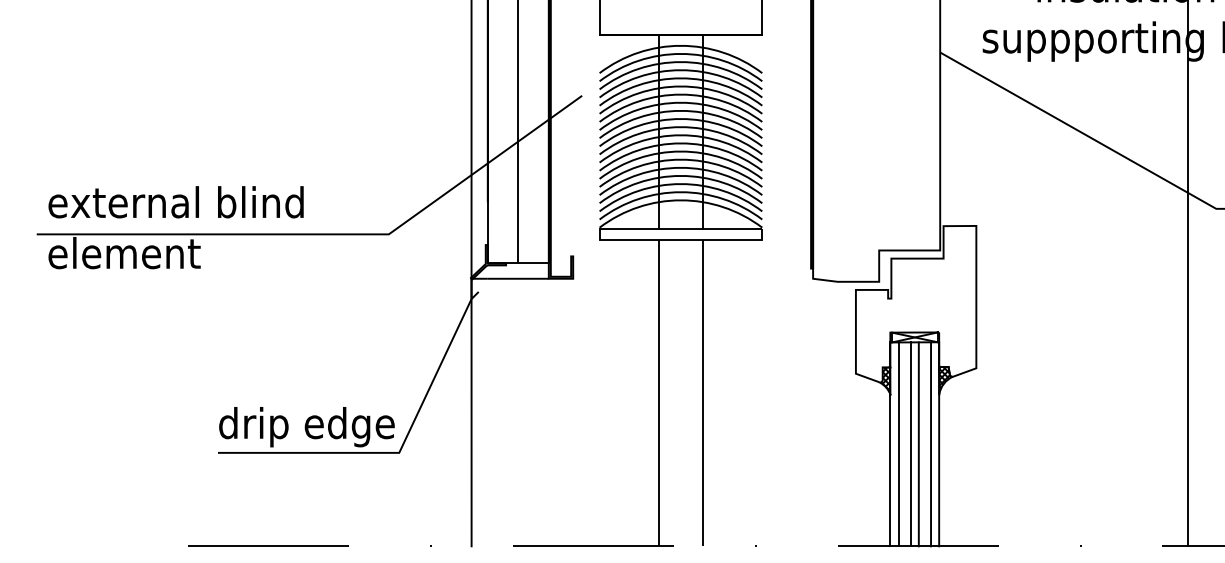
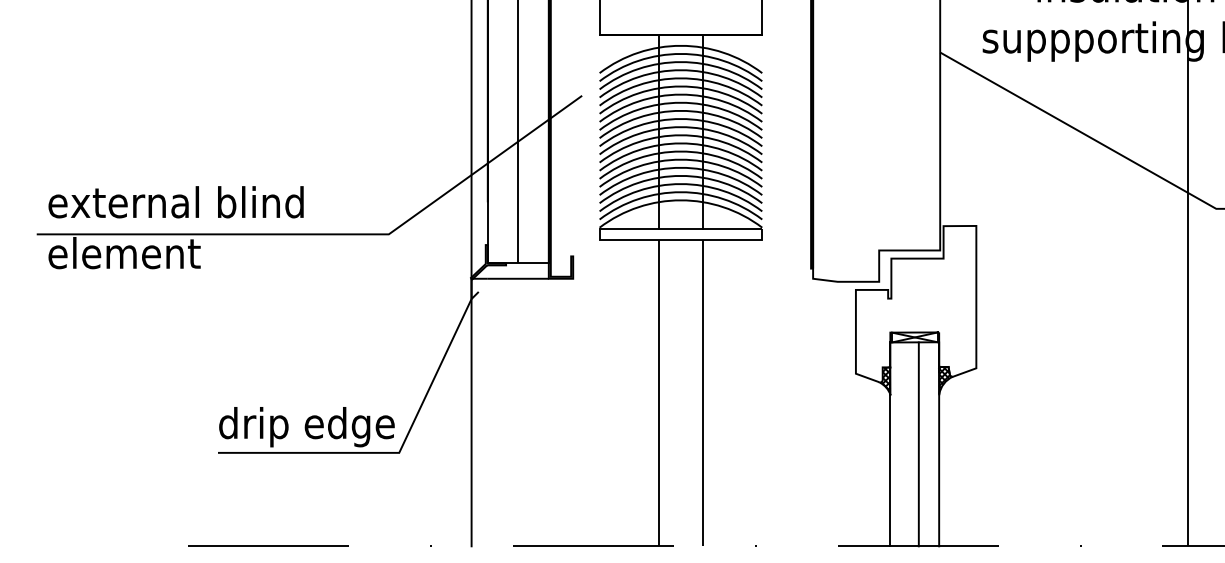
line at (898, 444): present -> none
line at (910, 444): present -> none
line at (931, 444): present -> none
